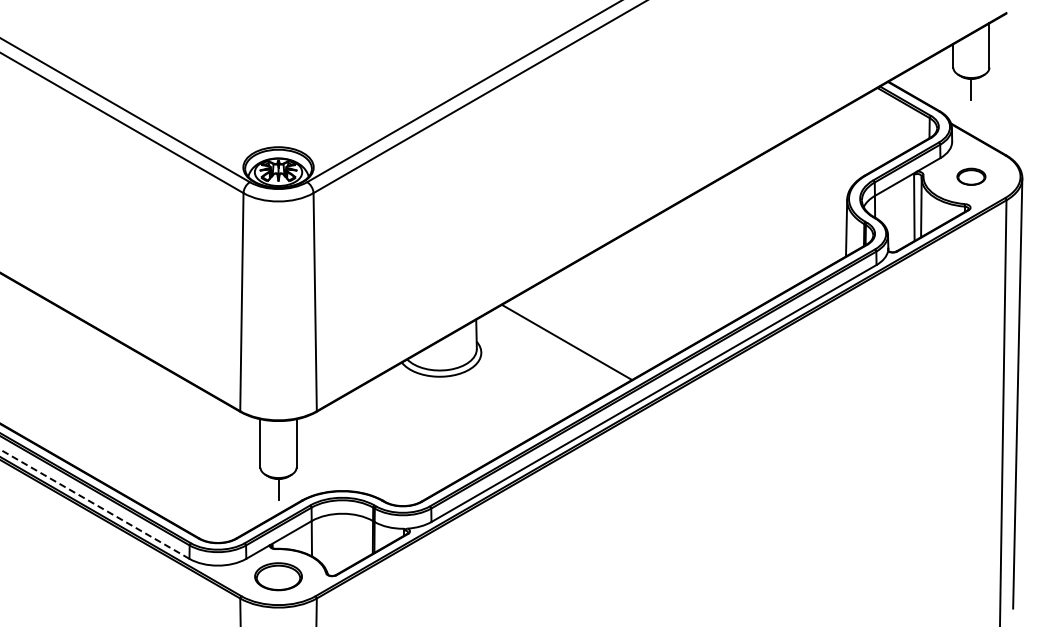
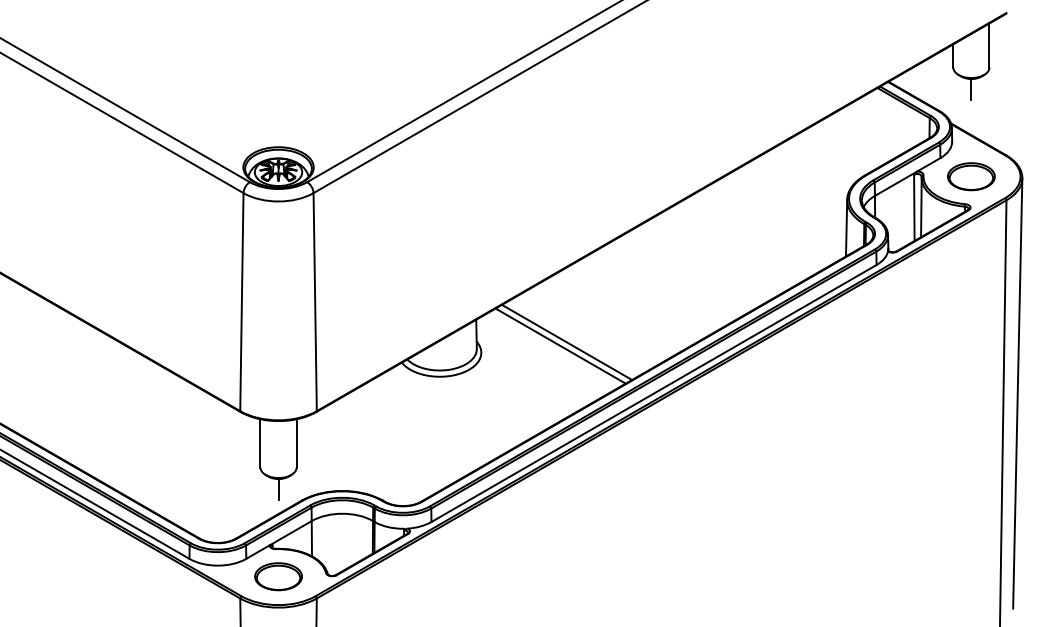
part at (971, 176) size: 31x19 px -> 49x30 px
line at (560, 345): none -> present
line at (95, 504): dashed -> solid
